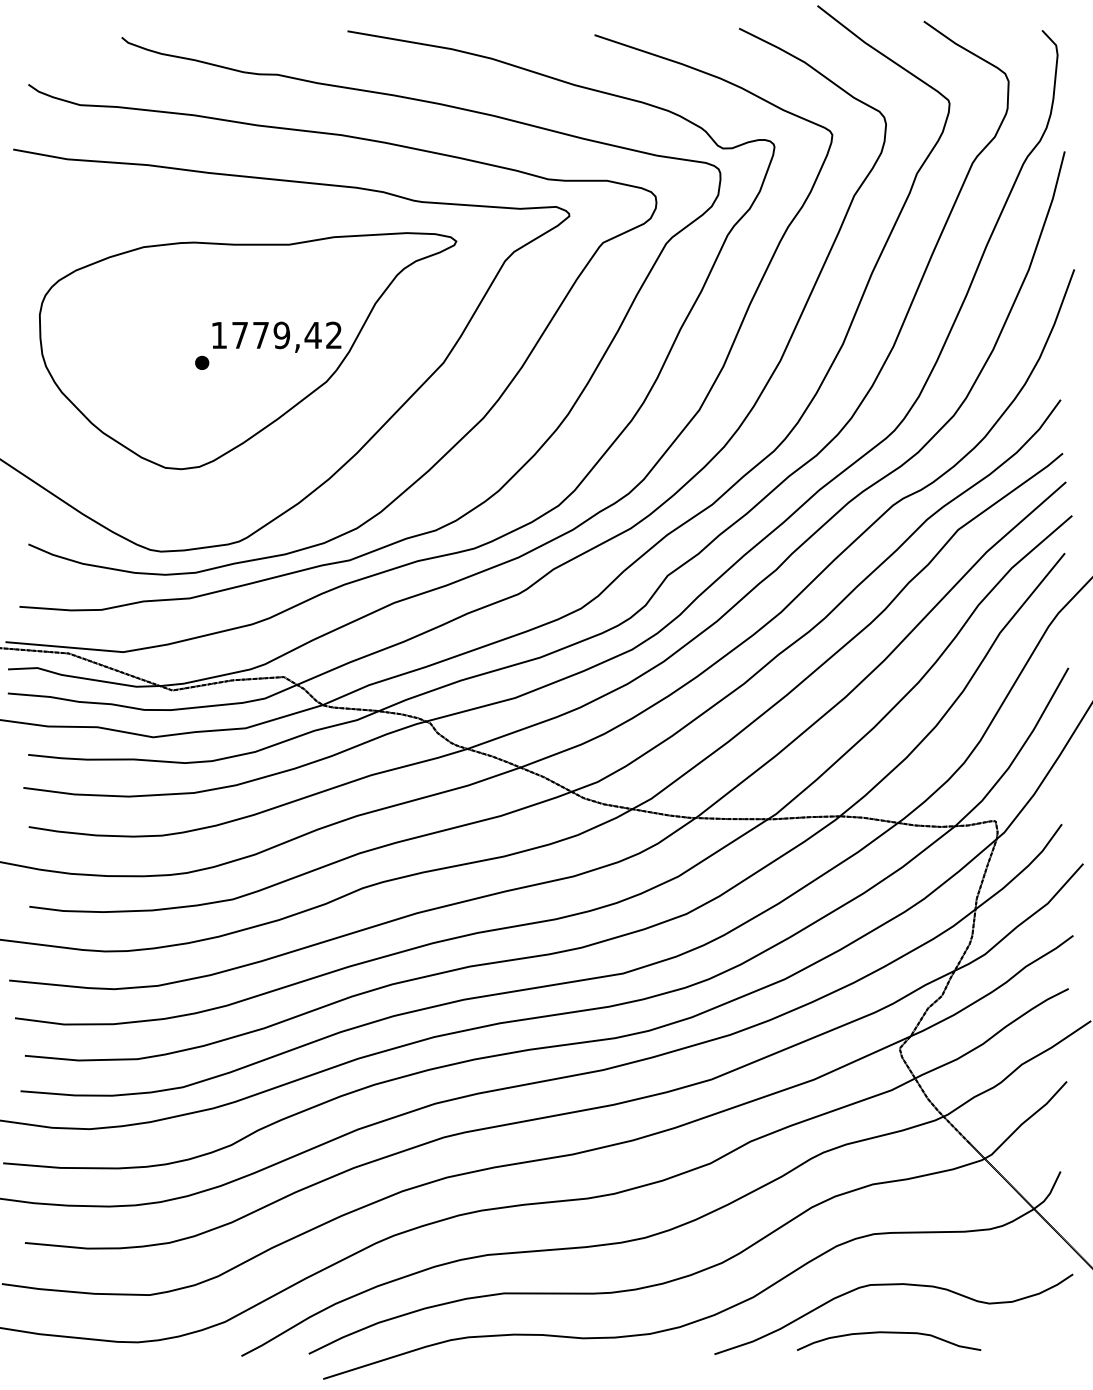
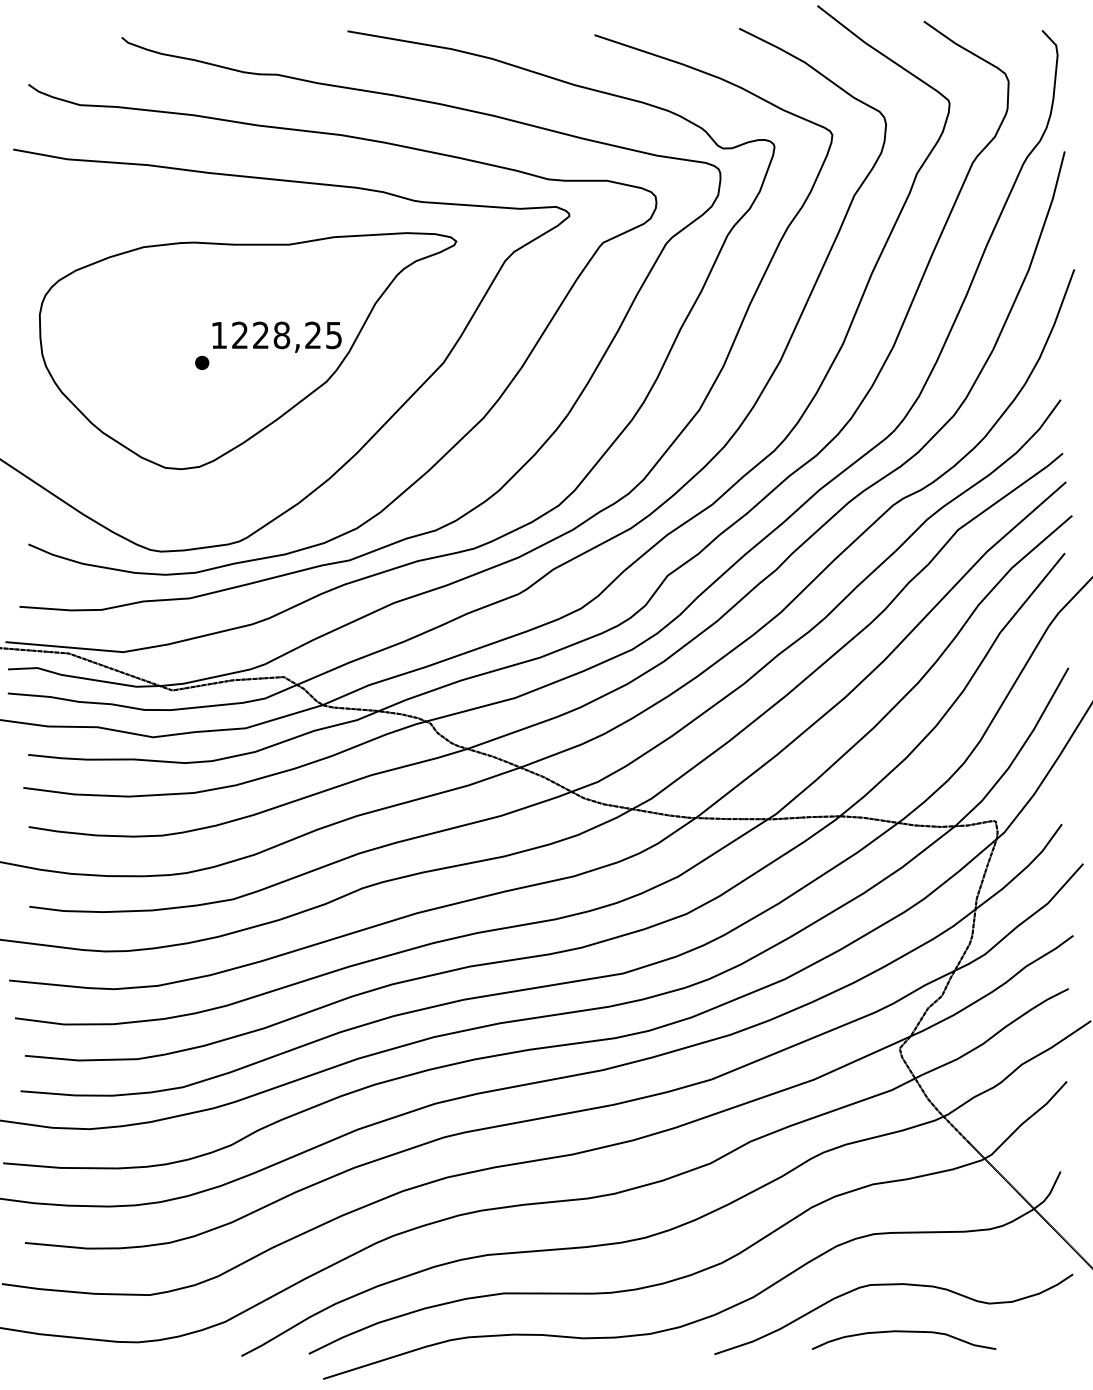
text at (286, 335): 1779,42 -> 1228,25
part at (888, 1333) position: (888, 1333) -> (903, 1332)
